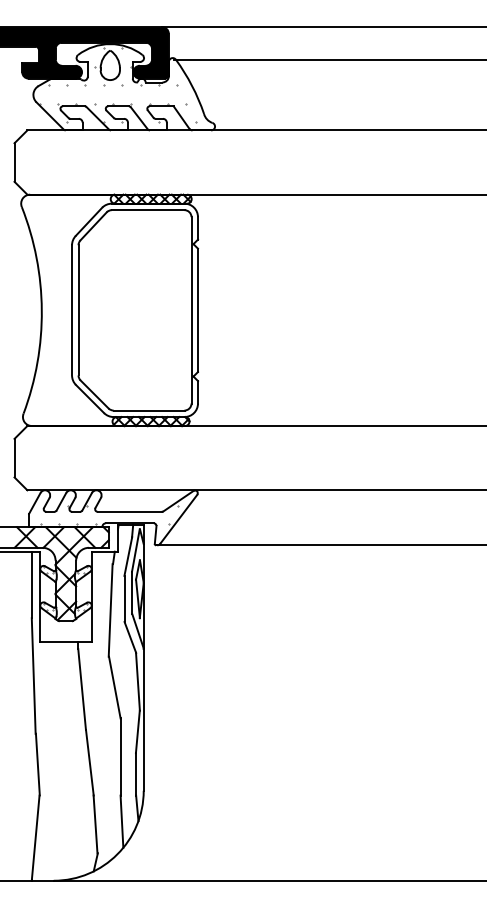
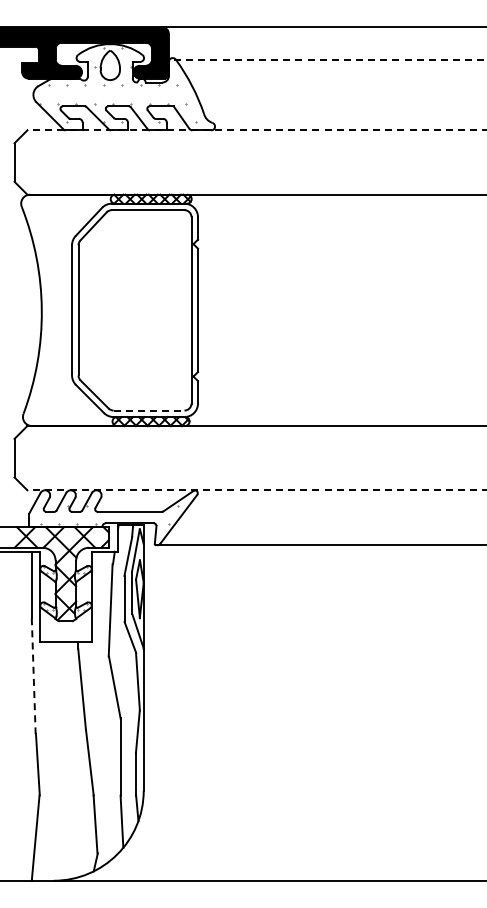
line at (330, 59): solid -> dashed
line at (256, 130): solid -> dashed
line at (149, 410): solid -> dashed
line at (256, 490): solid -> dashed
line at (33, 676): solid -> dashed
